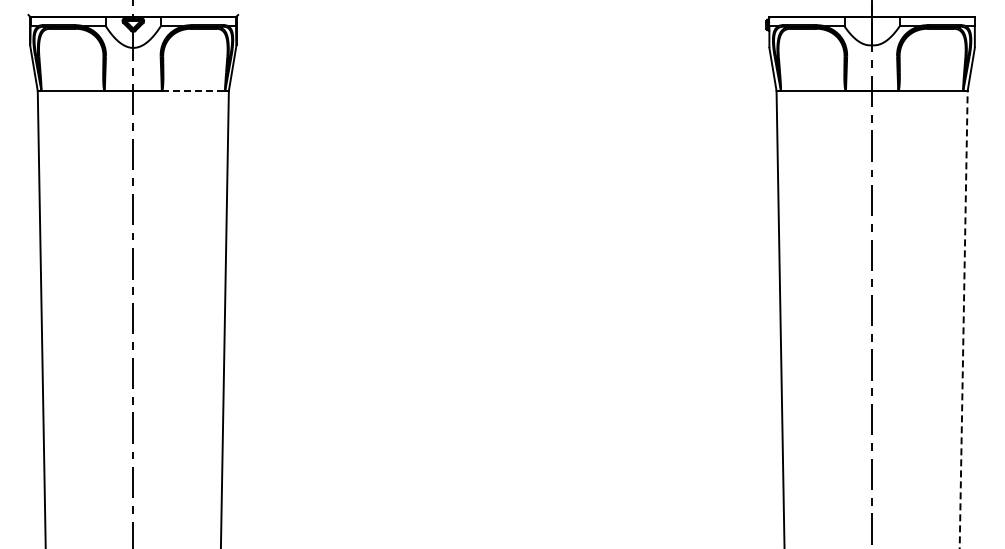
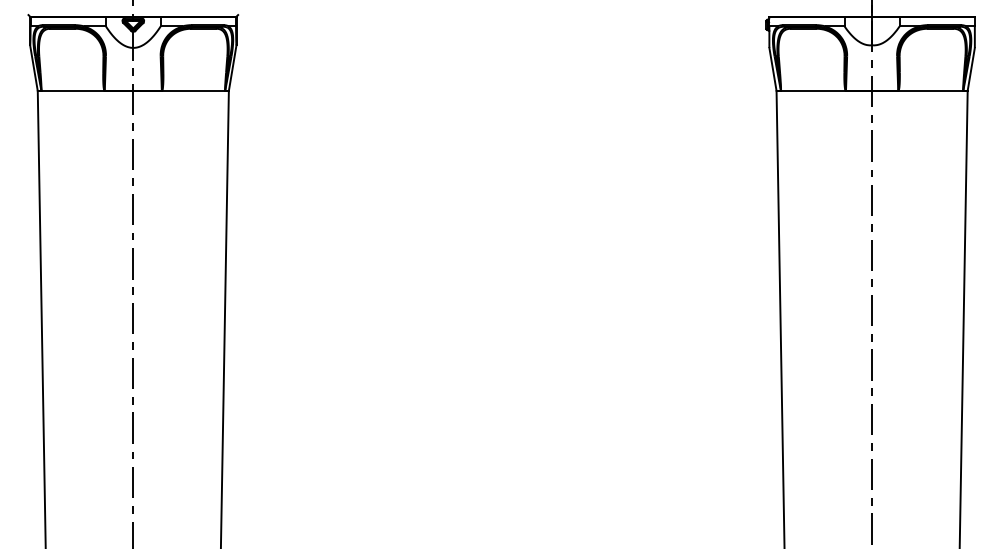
line at (193, 90): dashed -> solid
line at (963, 319): dashed -> solid
